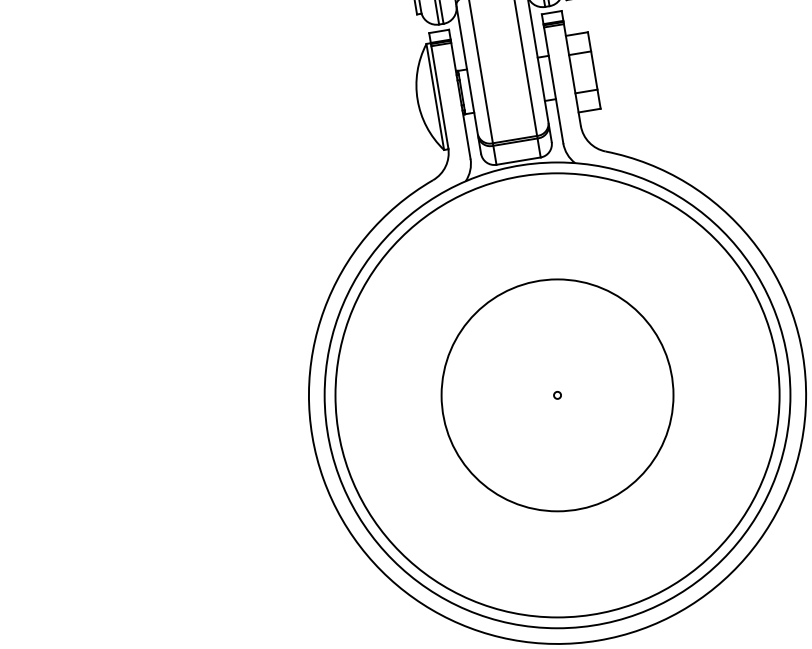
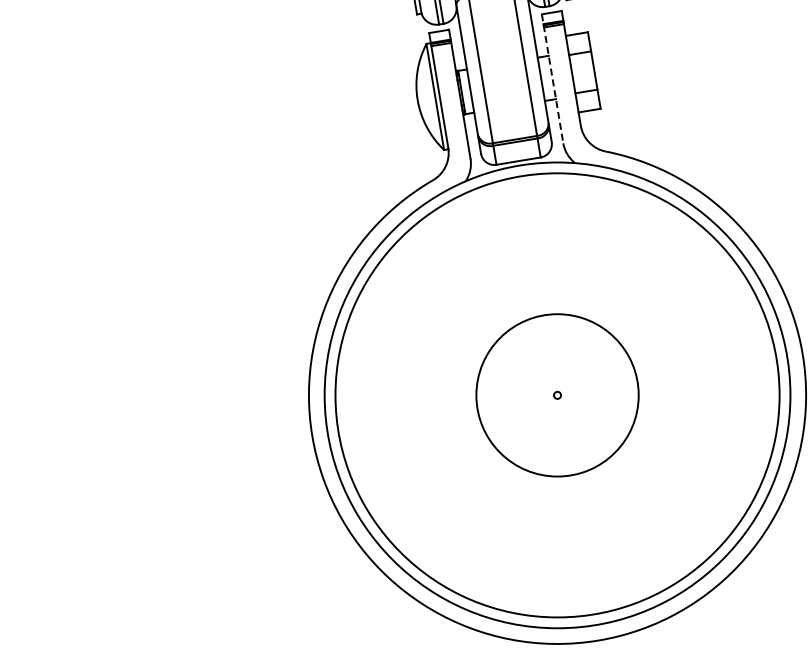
line at (552, 79): solid -> dashed
circle at (557, 395) diameter: 232 px -> 162 px
